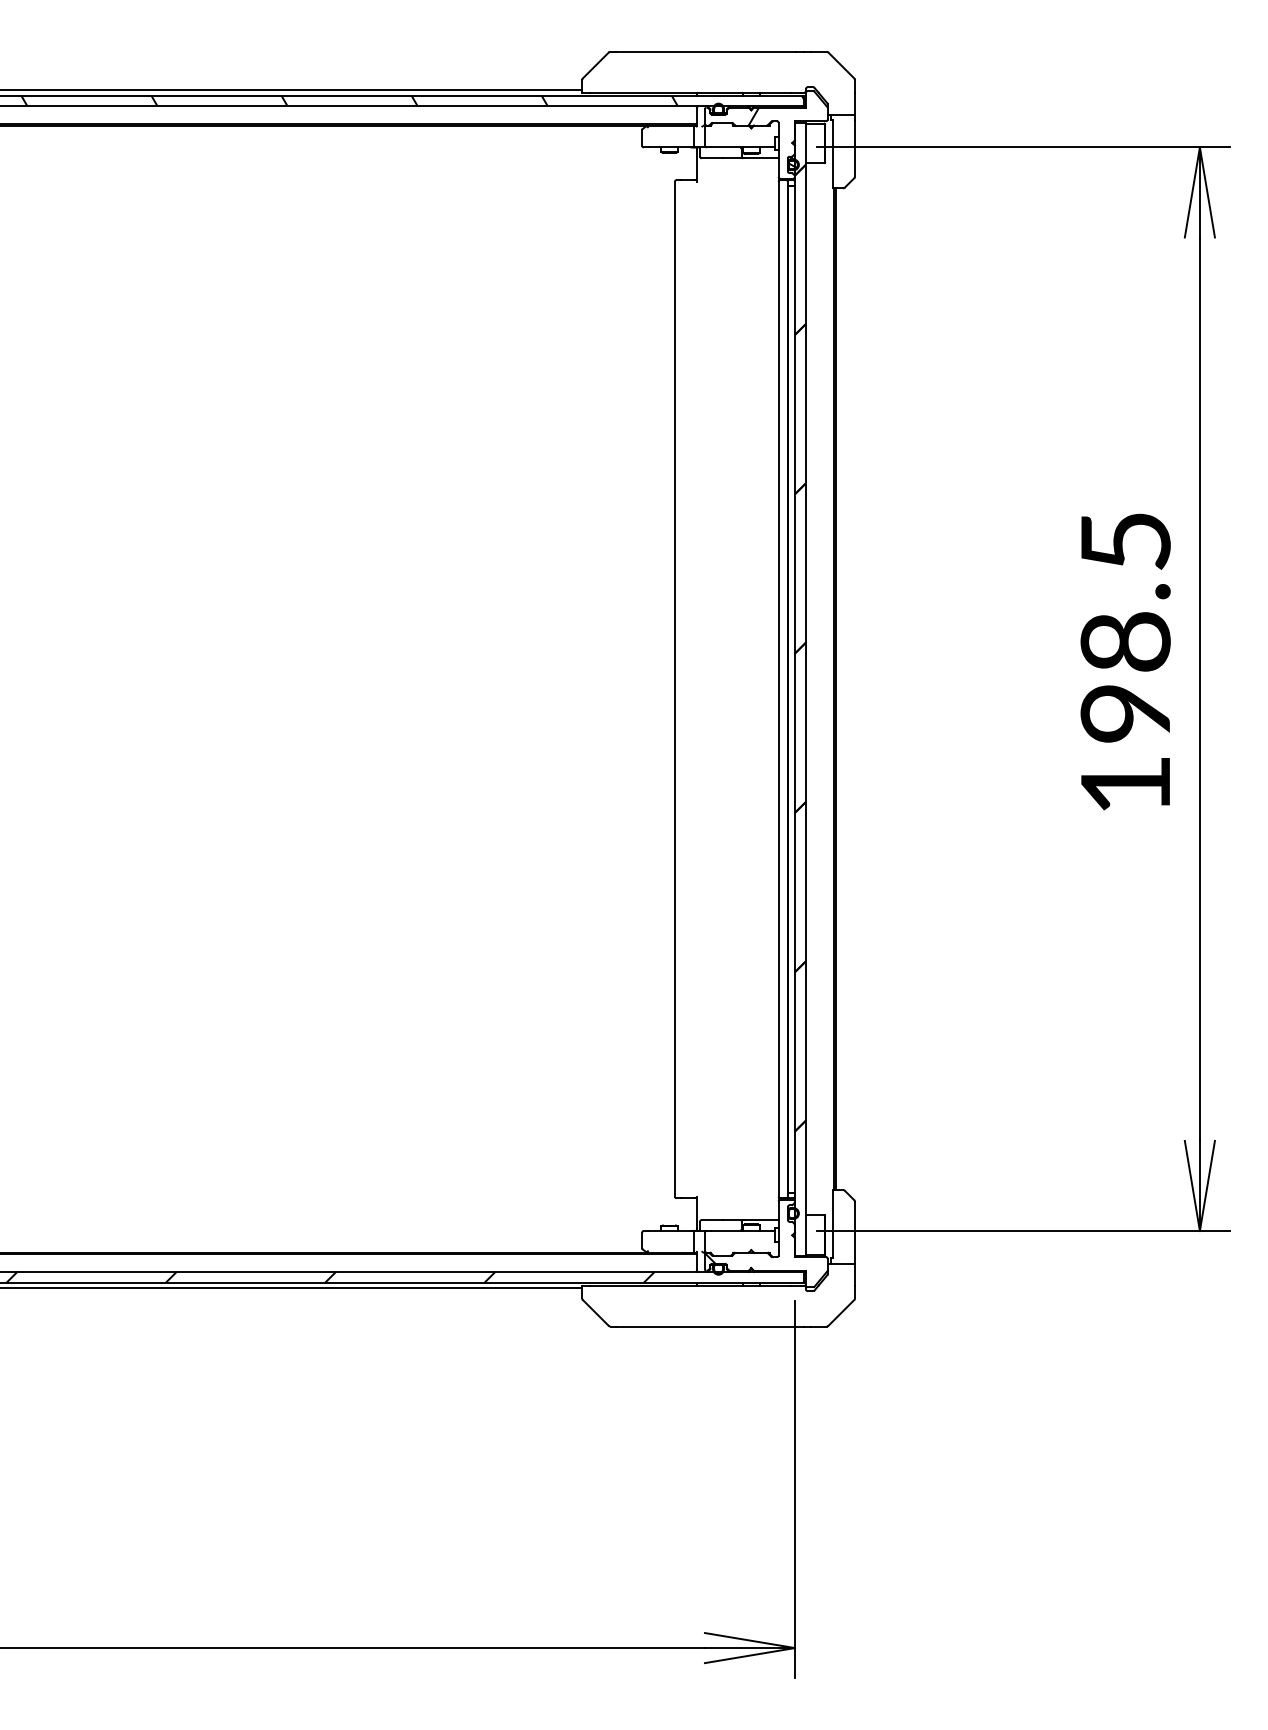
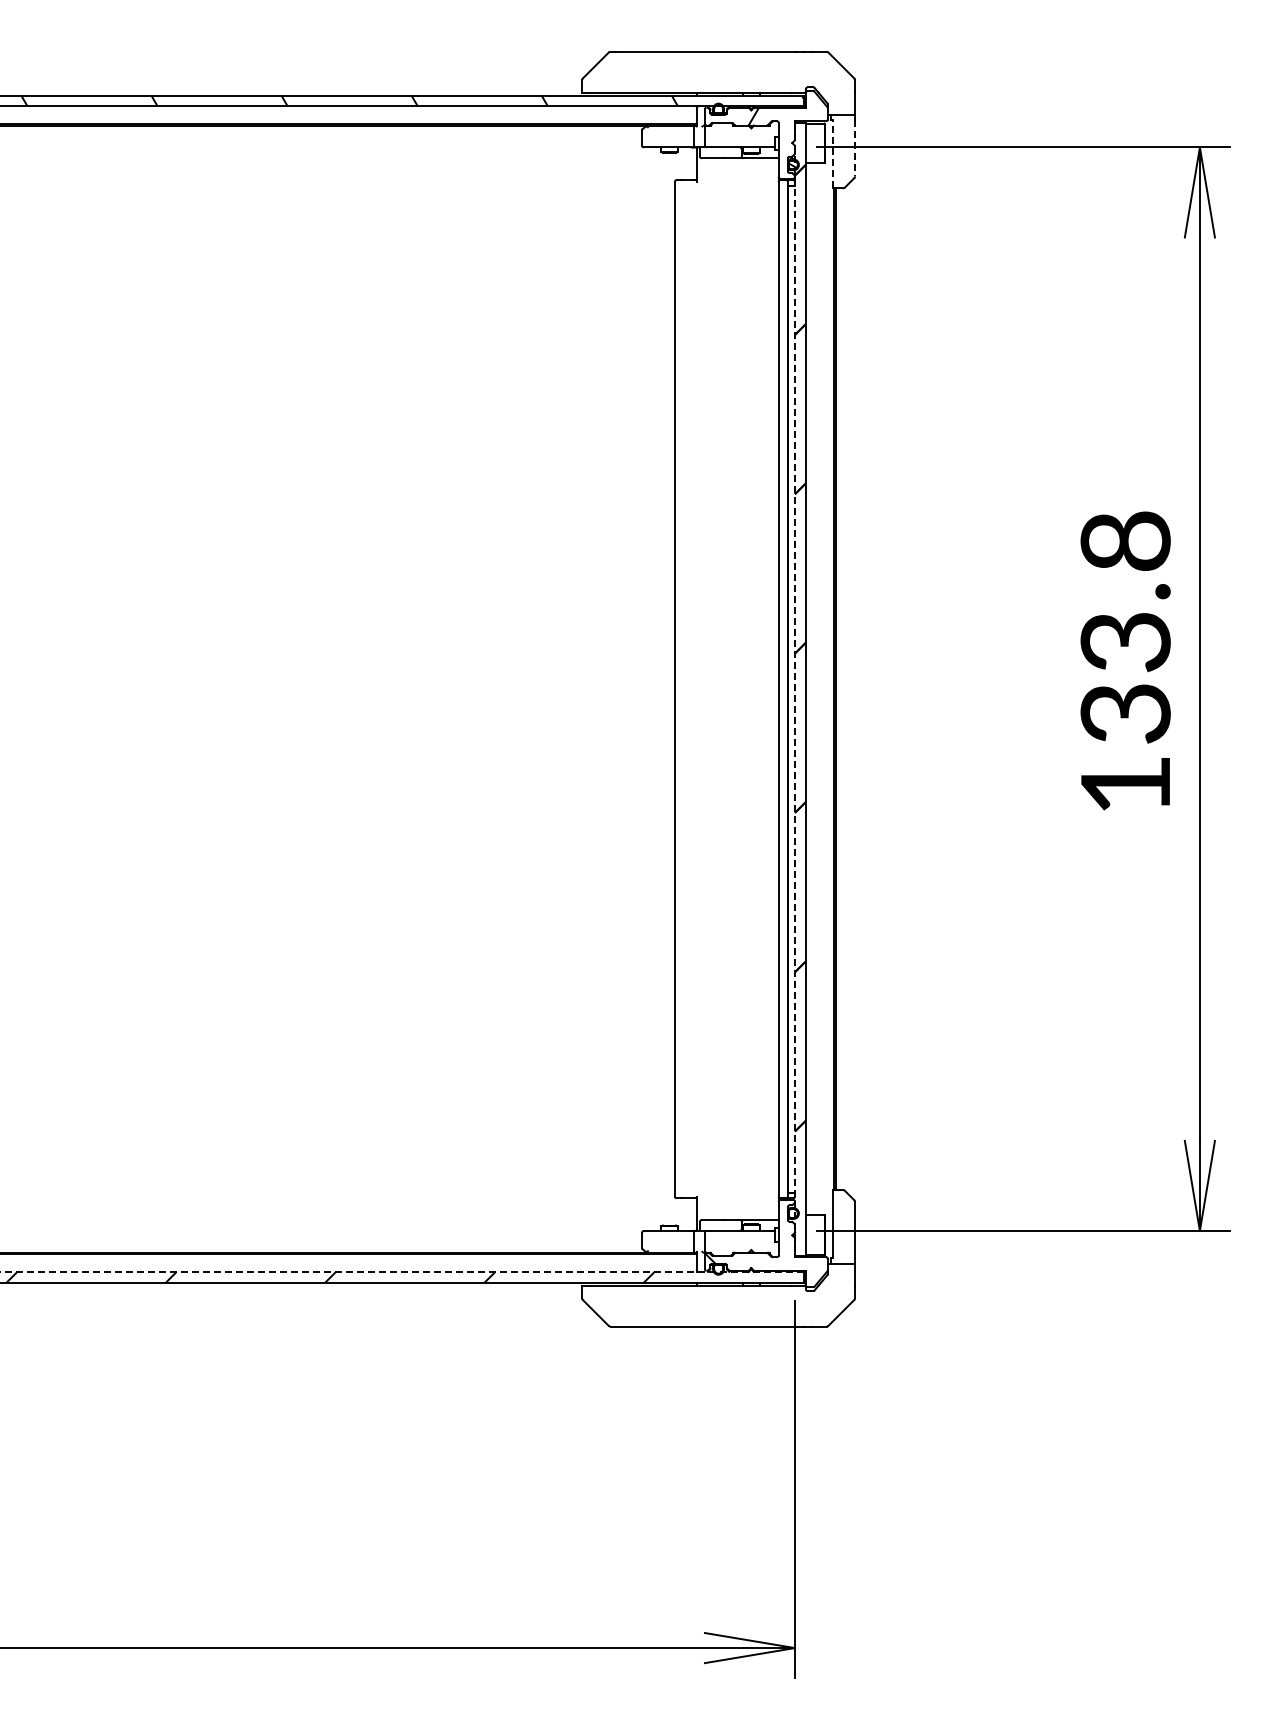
line at (292, 90): present -> none
line at (855, 148): solid -> dashed
line at (832, 153): solid -> dashed
text at (1125, 627): 198.5 -> 133.8
line at (795, 689): solid -> dashed
line at (402, 1271): solid -> dashed
line at (292, 1288): present -> none
